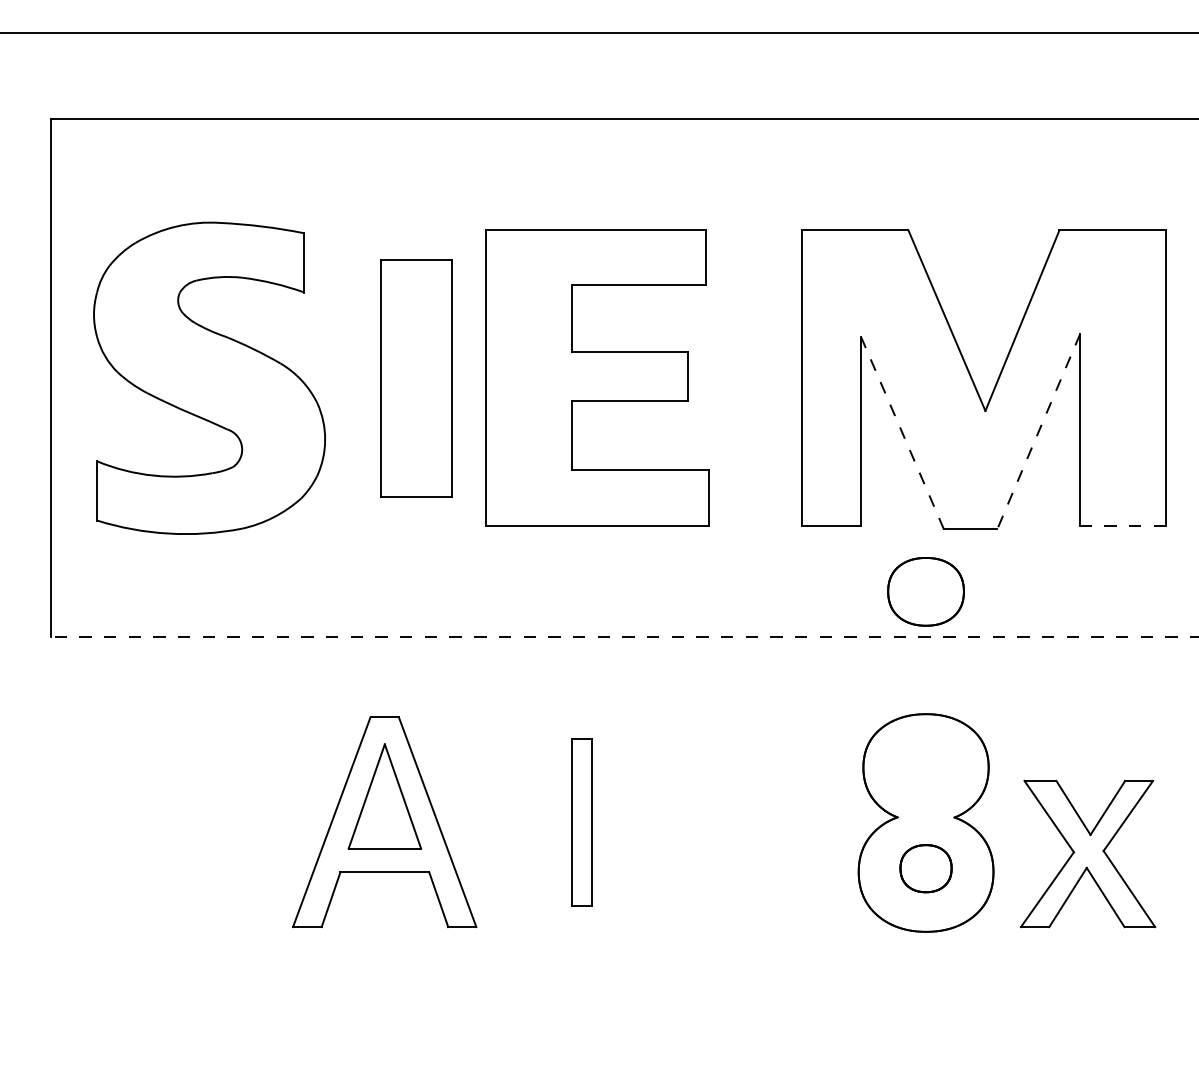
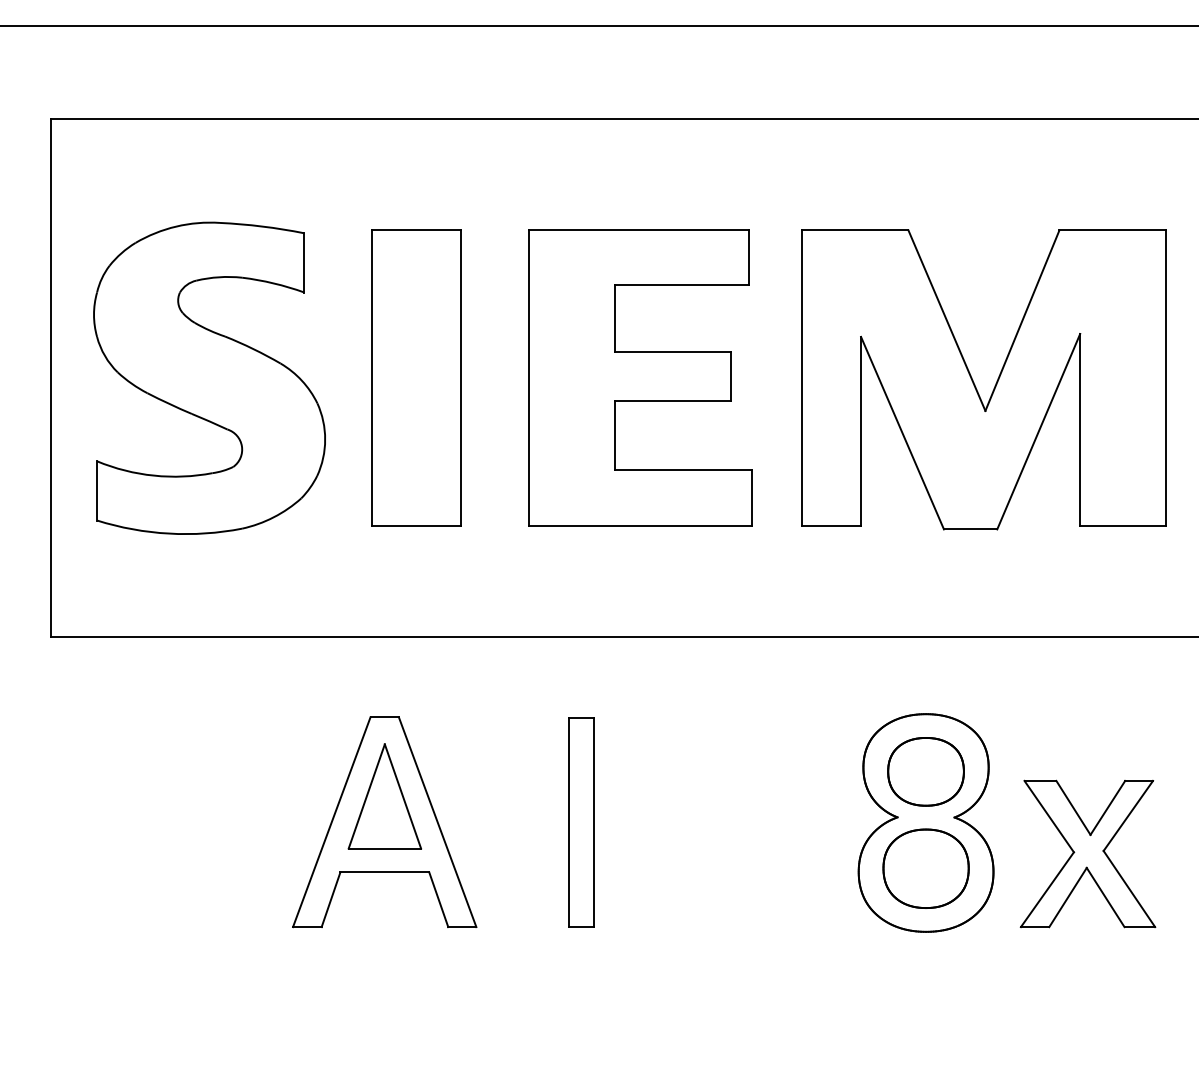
line at (598, 33) position: (598, 33) -> (598, 26)
part at (597, 377) position: (597, 377) -> (640, 377)
part at (416, 378) size: 73x239 px -> 91x298 px
line at (1038, 432): dashed -> solid
line at (902, 433): dashed -> solid
line at (1123, 526): dashed -> solid
part at (925, 591) position: (925, 591) -> (925, 771)
line at (624, 637): dashed -> solid
part at (581, 822) size: 22x169 px -> 27x211 px
part at (925, 868) size: 54x50 px -> 88x81 px
